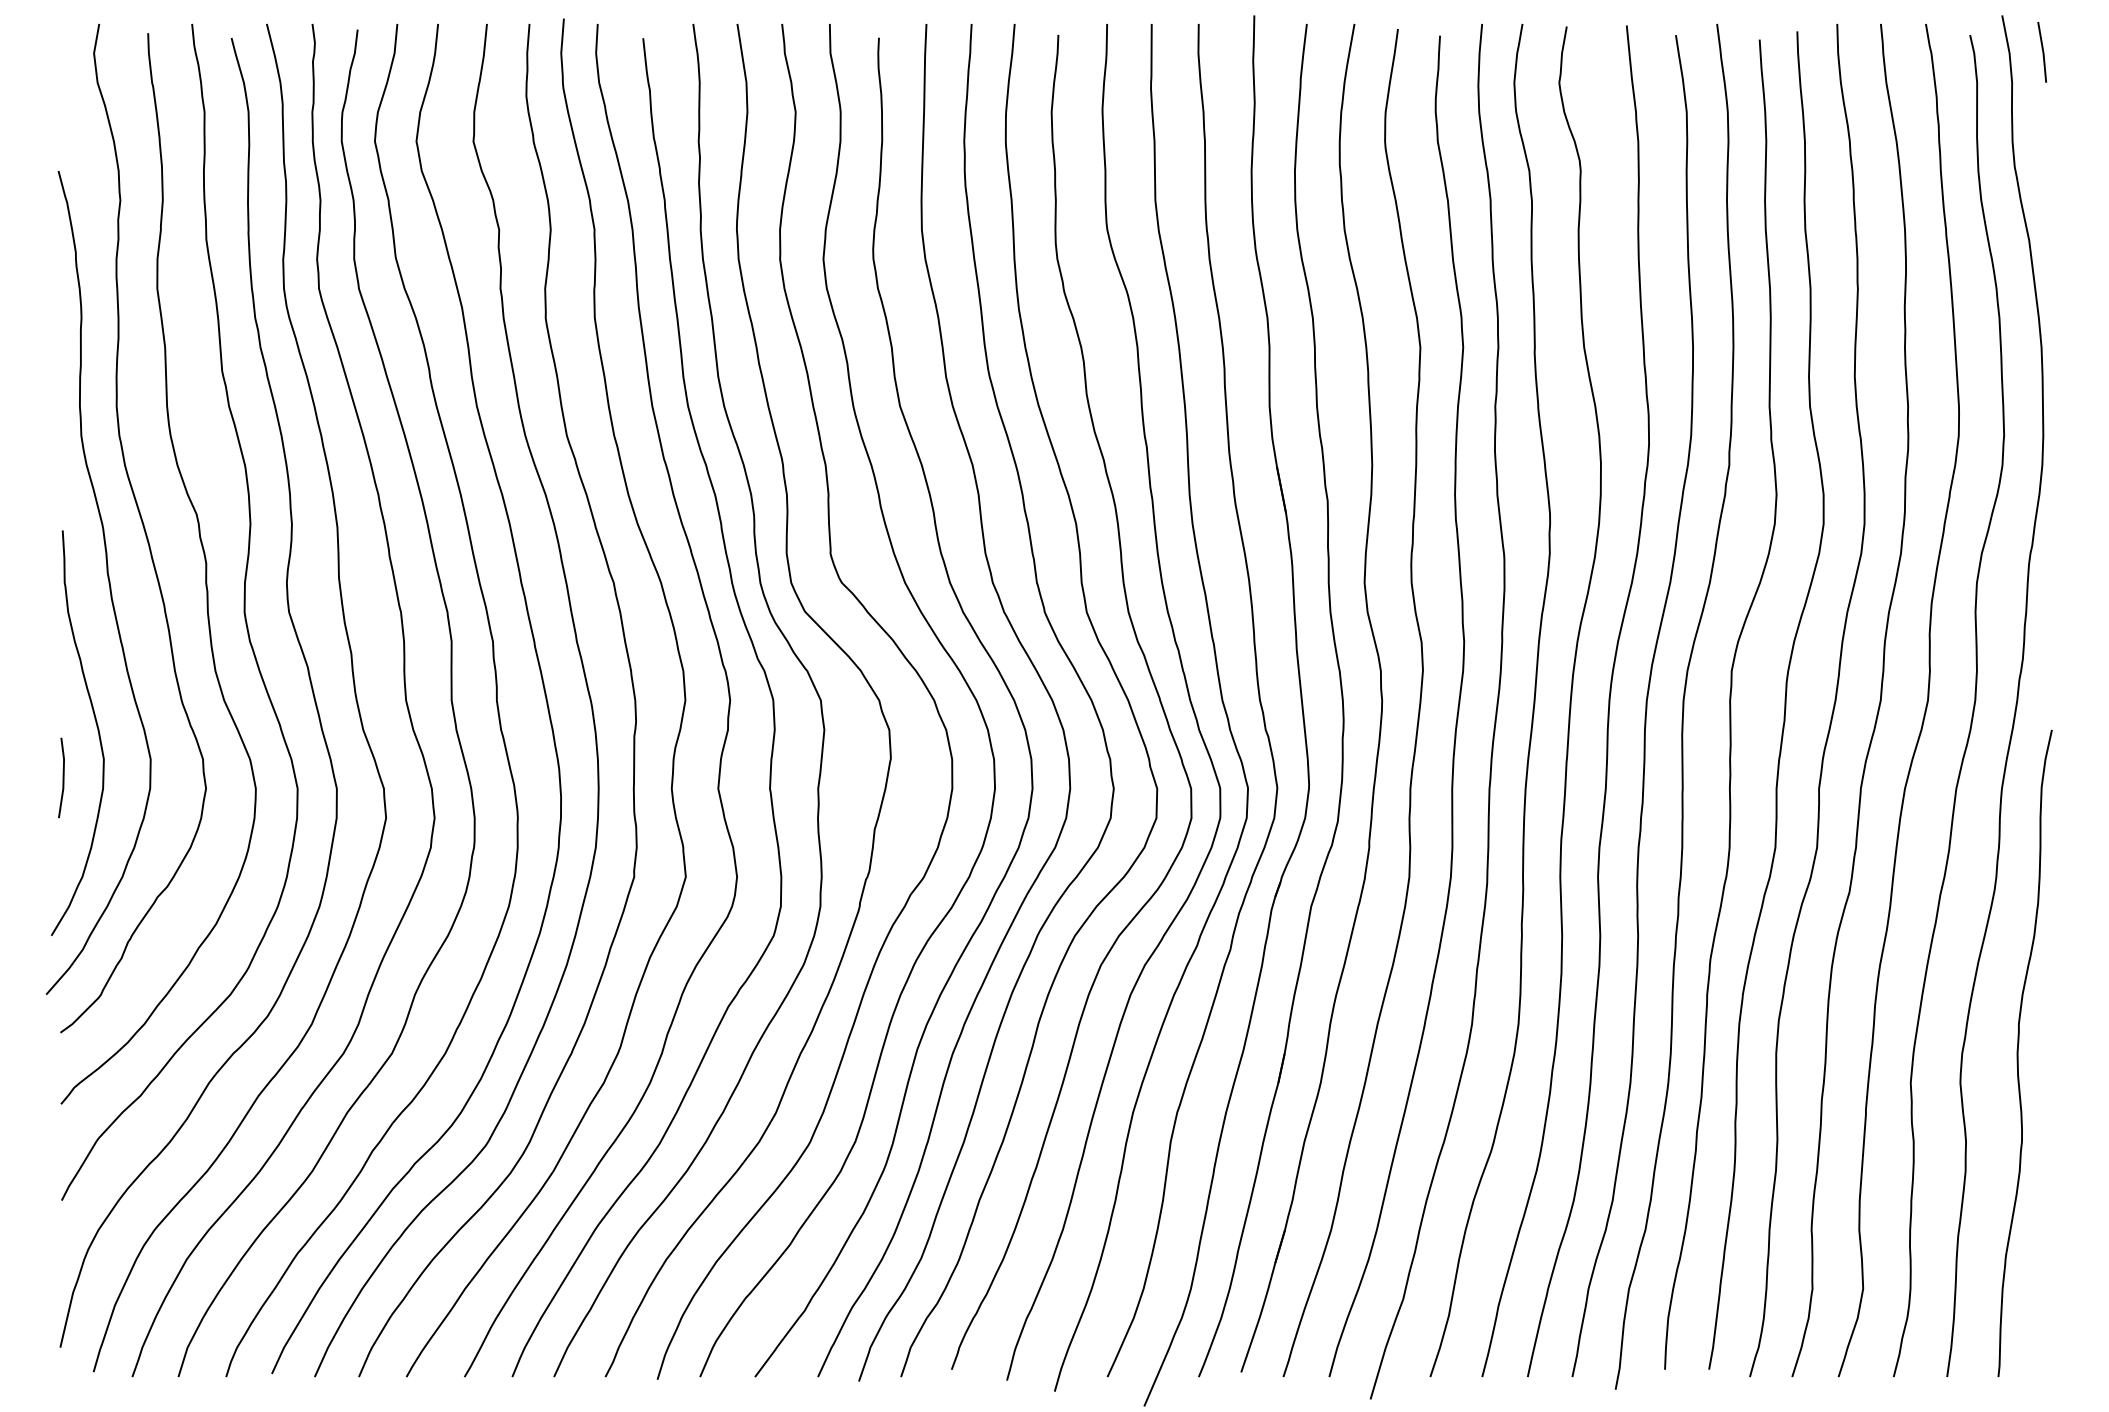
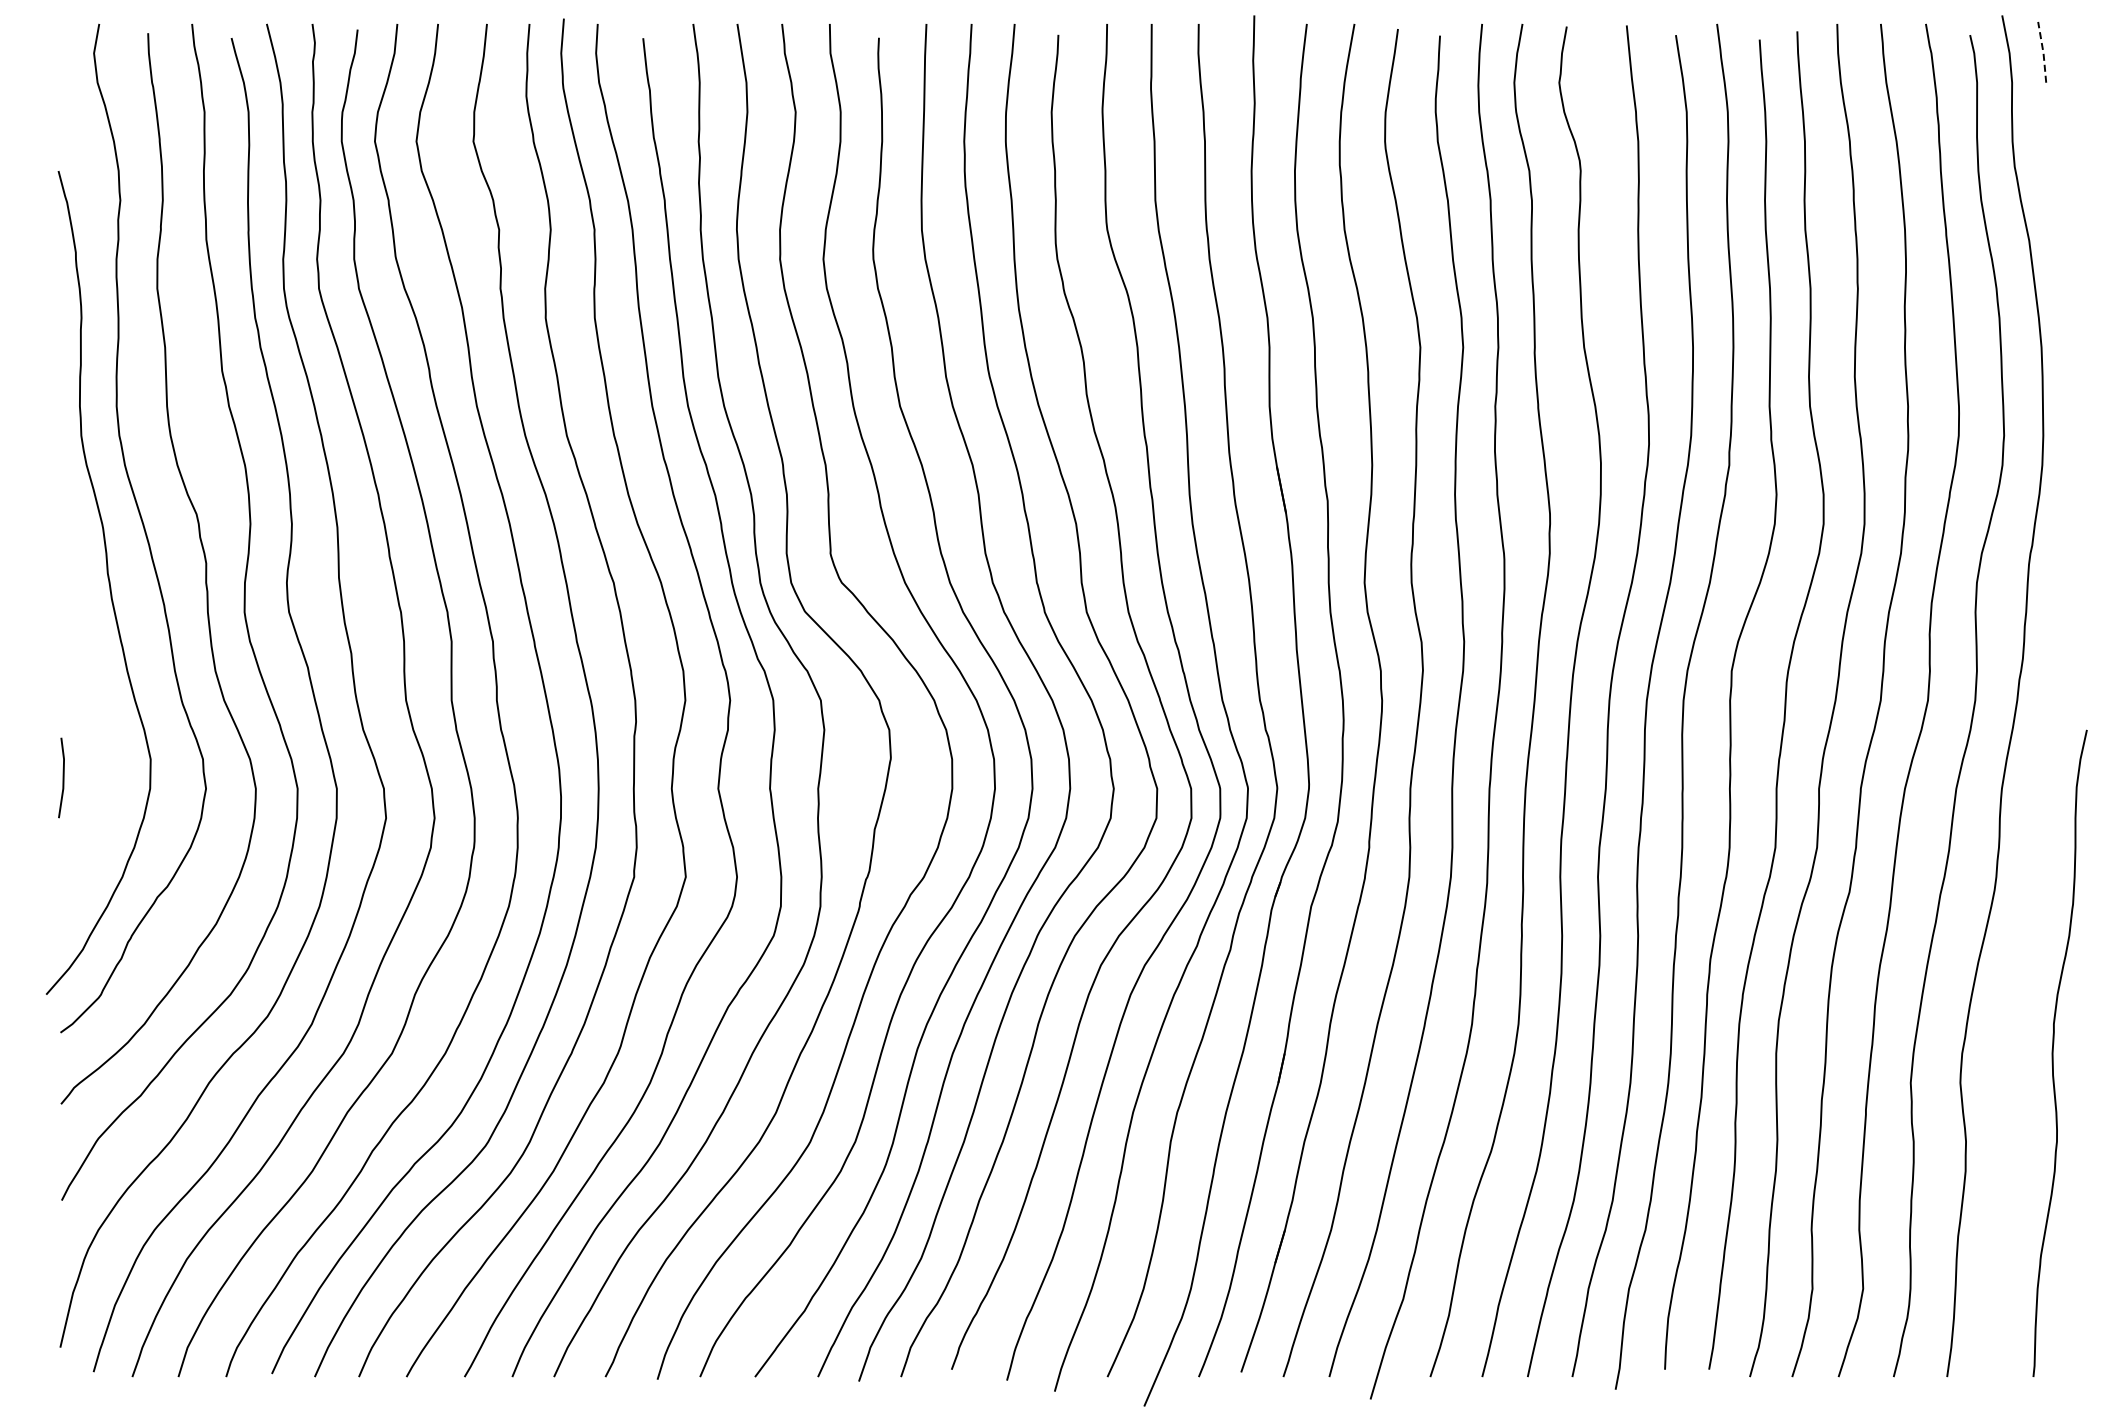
line at (2043, 52): solid -> dashed
curve at (96, 726): present -> none
curve at (2018, 1052) position: (2018, 1052) -> (2053, 1052)
